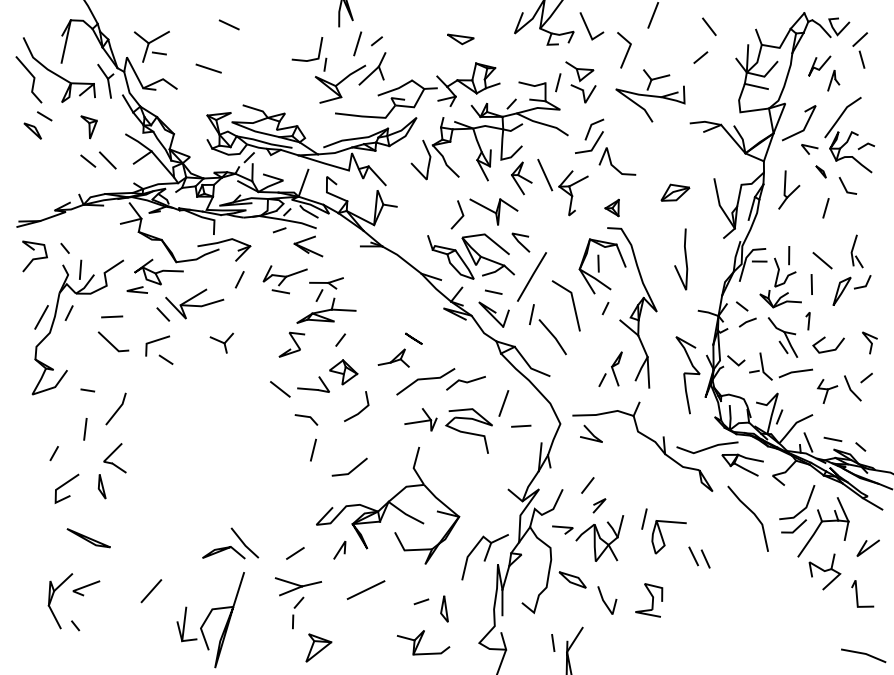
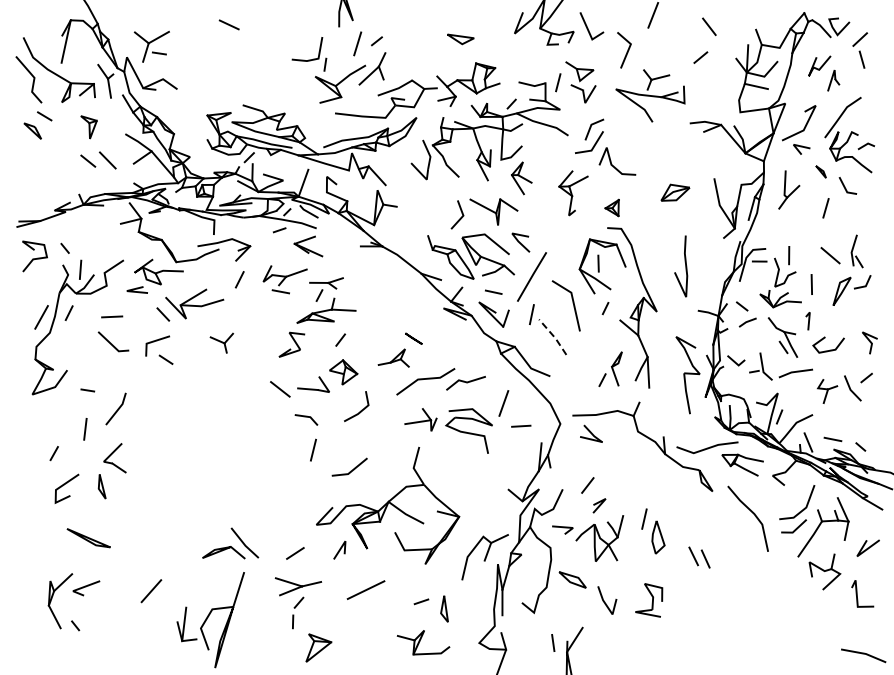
line at (208, 68): present -> none
line at (809, 147) position: (809, 147) -> (801, 147)
line at (545, 174): present -> none
line at (685, 259) position: (685, 259) -> (685, 266)
line at (822, 260) position: (822, 260) -> (830, 255)
line at (553, 336): solid -> dashed
line at (670, 521): present -> none
